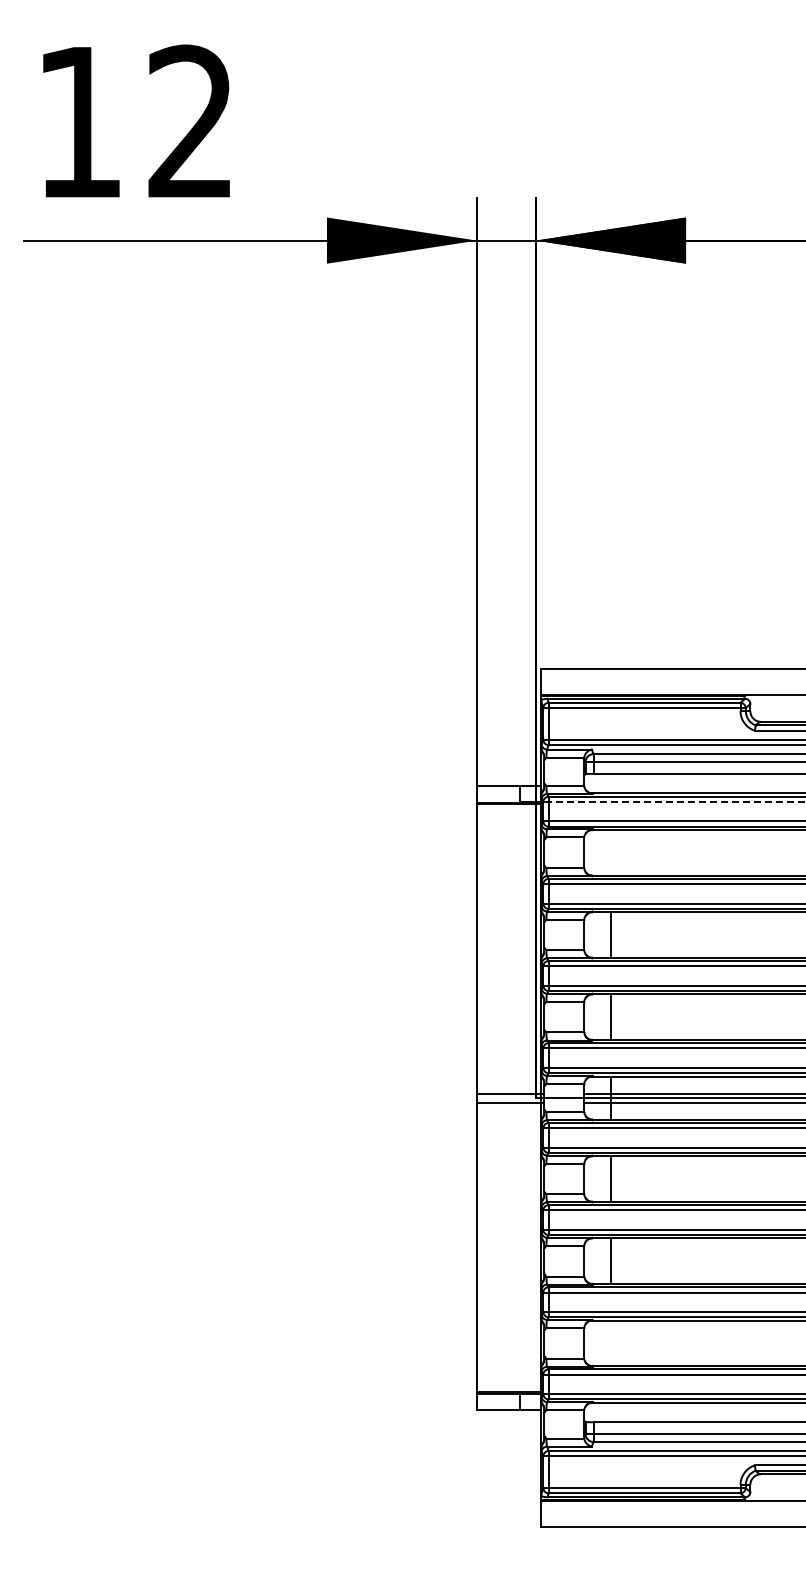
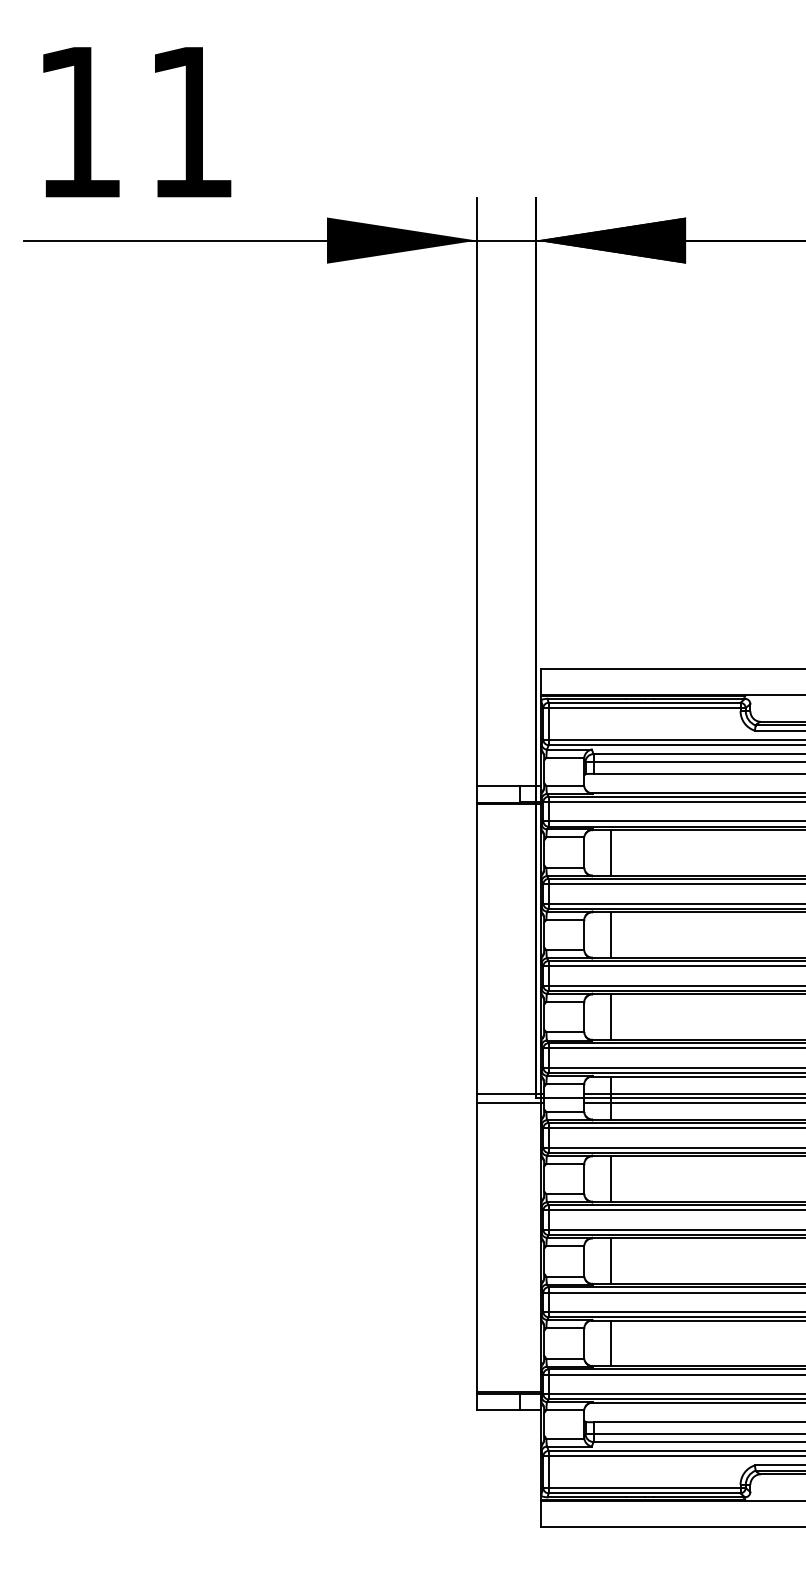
text at (189, 120): 12 -> 11
line at (676, 802): dashed -> solid
line at (611, 852): none -> present
line at (611, 1343): none -> present
